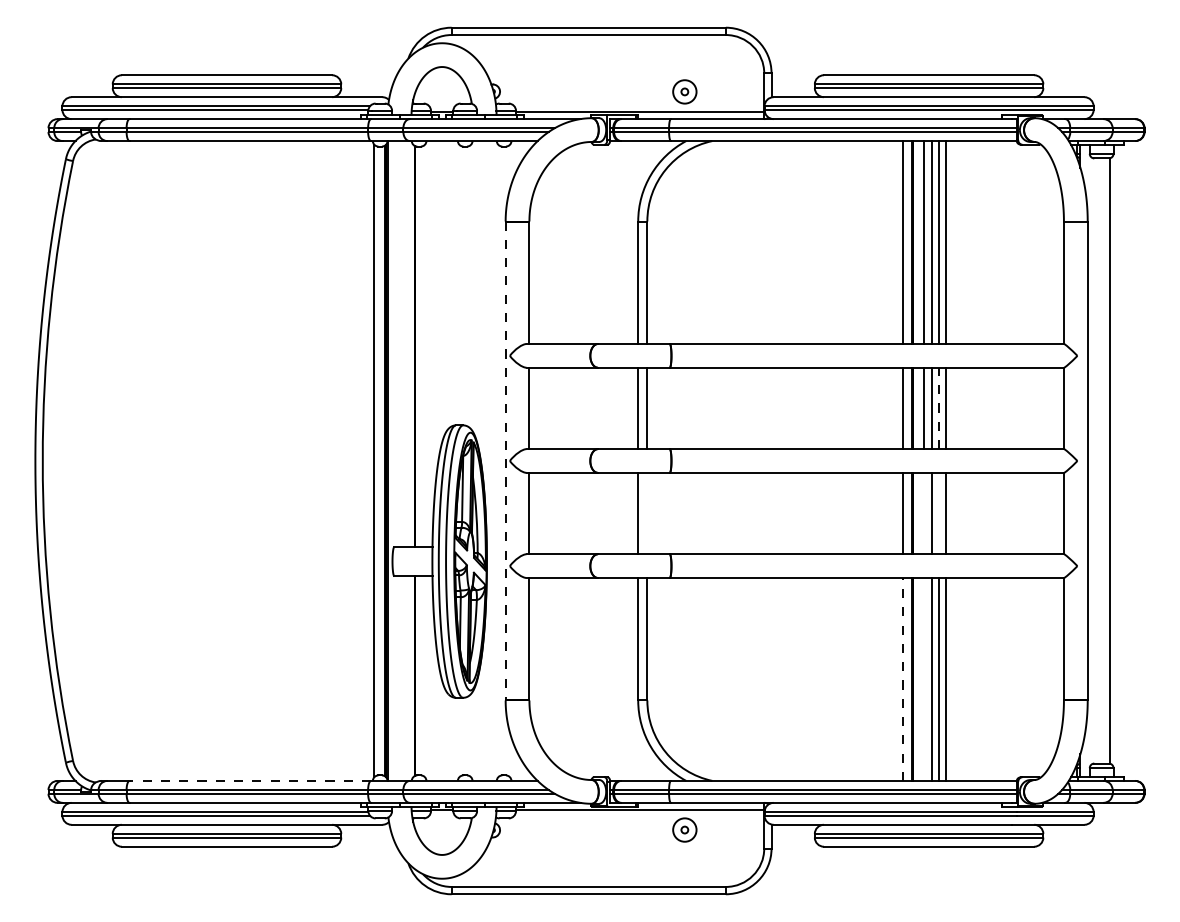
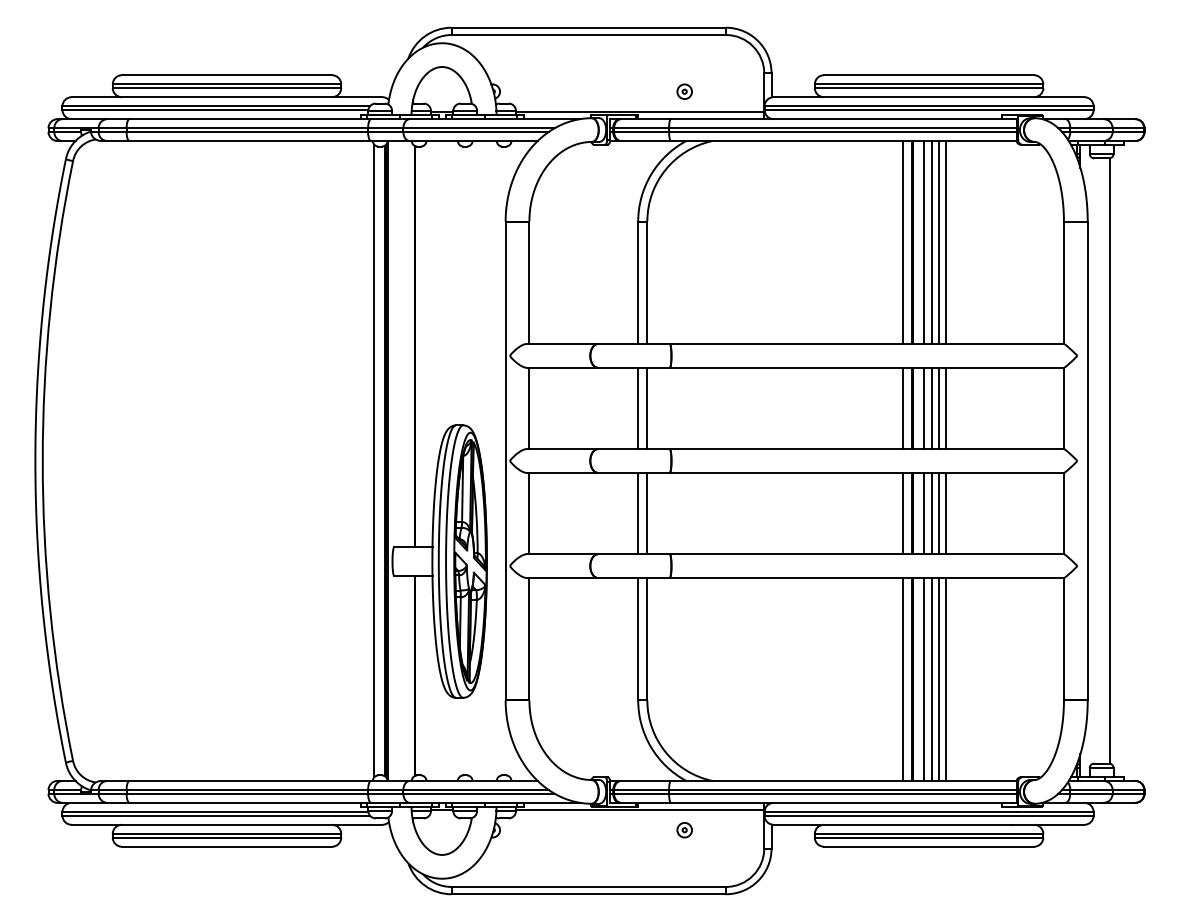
part at (684, 91) size: 26x26 px -> 17x17 px
line at (939, 408): dashed -> solid
line at (505, 461): dashed -> solid
line at (647, 513): none -> present
line at (924, 513): none -> present
line at (939, 513): none -> present
line at (903, 678): dashed -> solid
line at (924, 679): none -> present
line at (250, 780): dashed -> solid
part at (684, 829) size: 26x26 px -> 17x17 px
